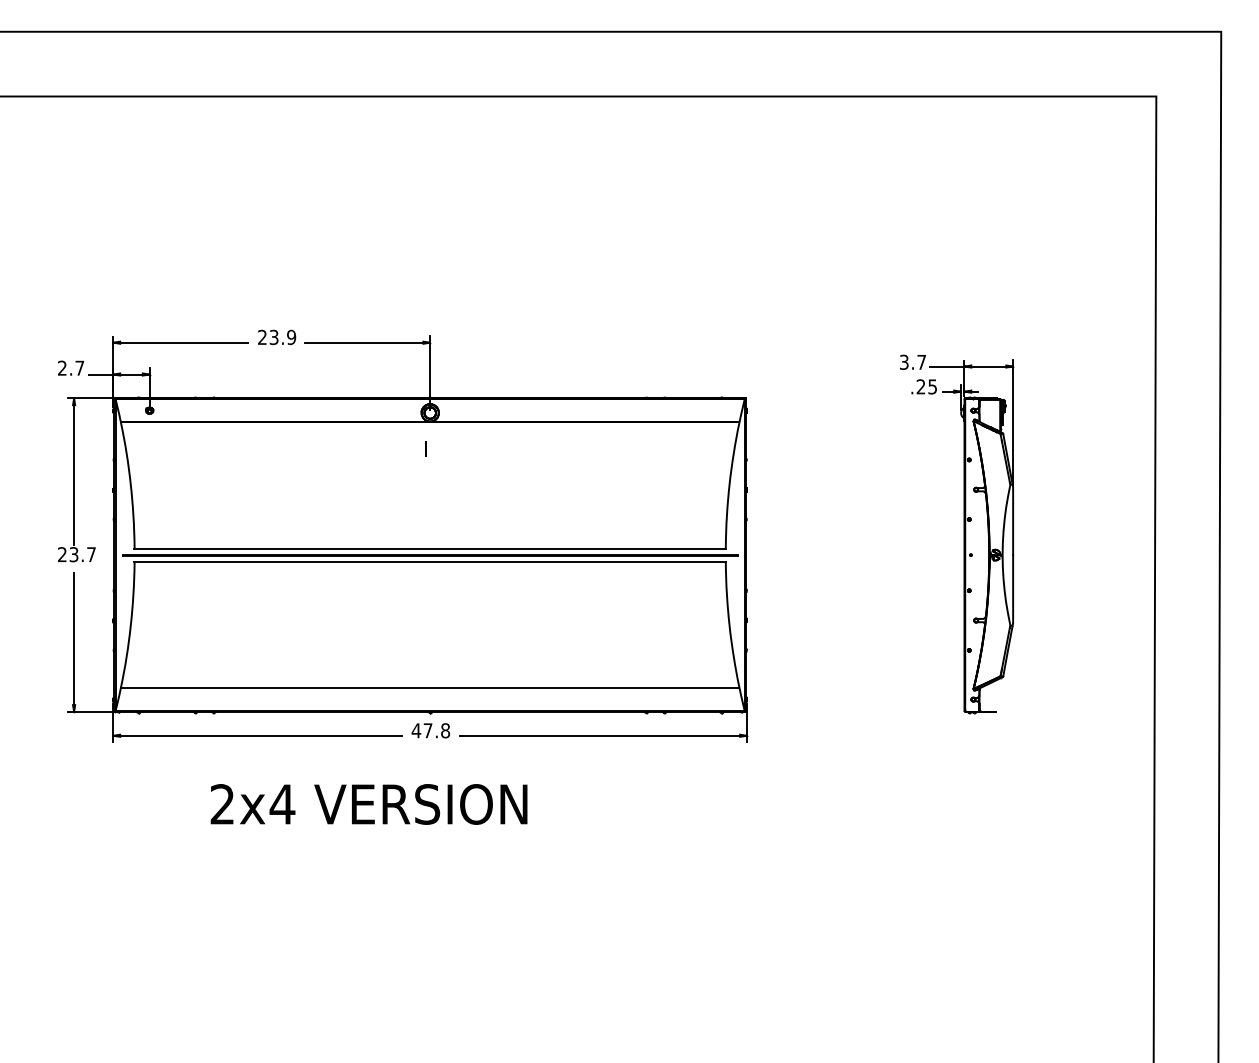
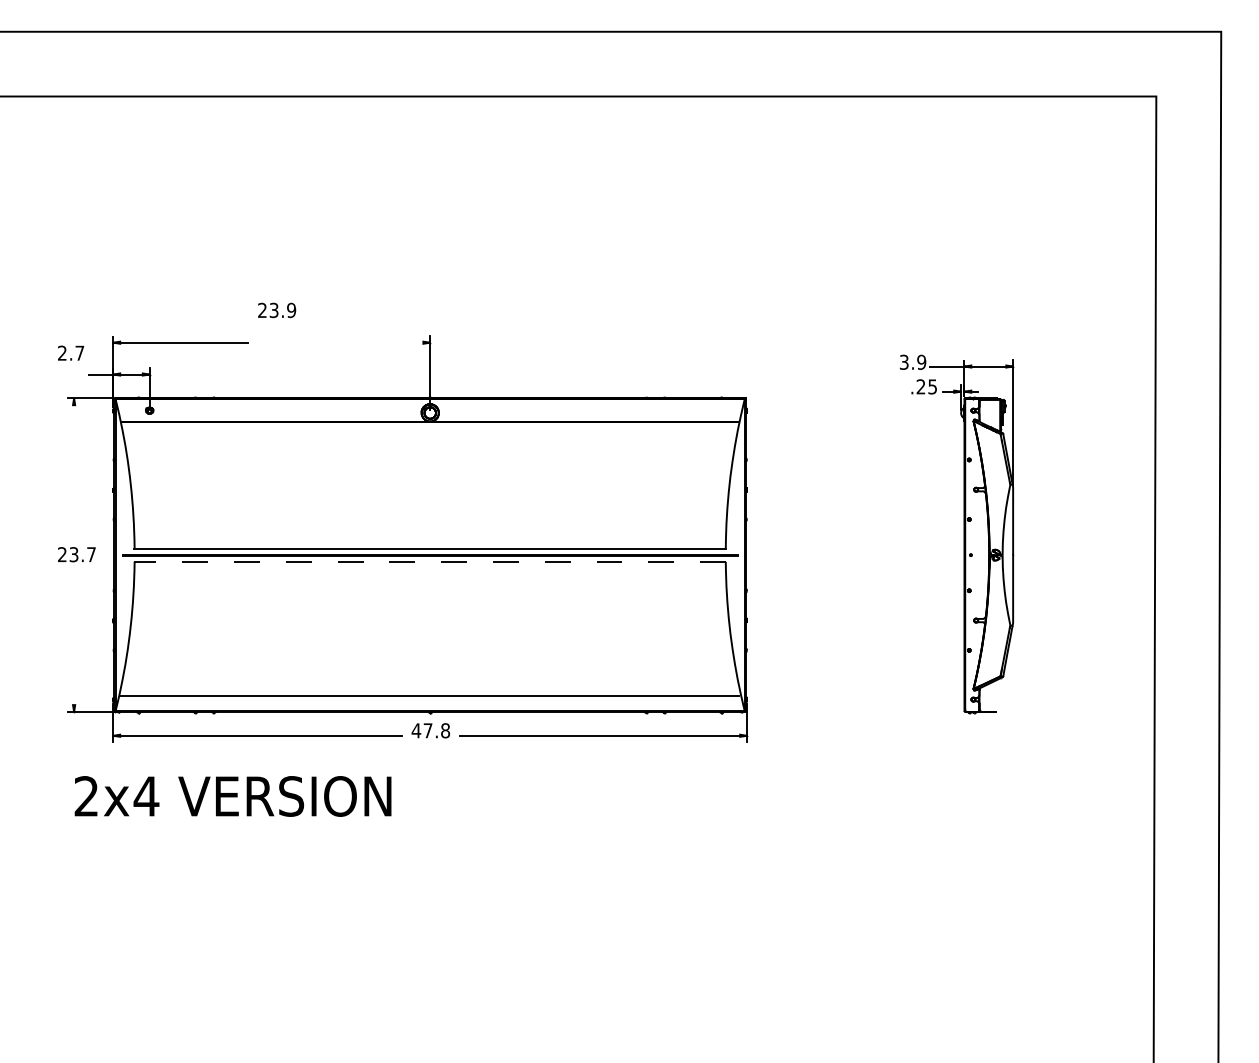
text at (277, 337) position: (277, 337) -> (277, 310)
line at (367, 342): present -> none
text at (921, 361): 3.7 -> 3.9
text at (71, 367) position: (71, 367) -> (71, 352)
line at (425, 448): present -> none
line at (74, 471): present -> none
line at (430, 561): solid -> dashed
line at (74, 642): present -> none
line at (429, 688) position: (429, 688) -> (429, 696)
text at (368, 804) position: (368, 804) -> (232, 796)
